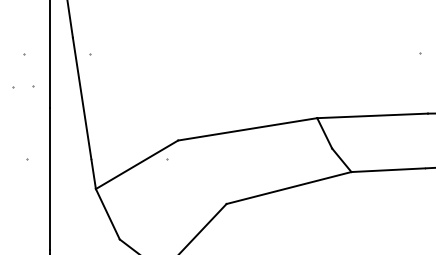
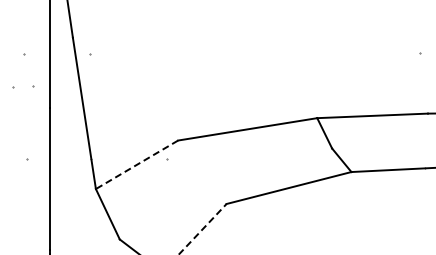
line at (137, 164): solid -> dashed
line at (202, 229): solid -> dashed
